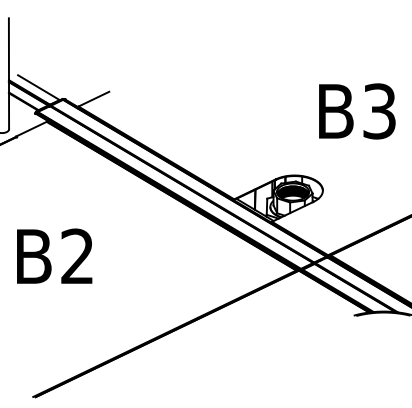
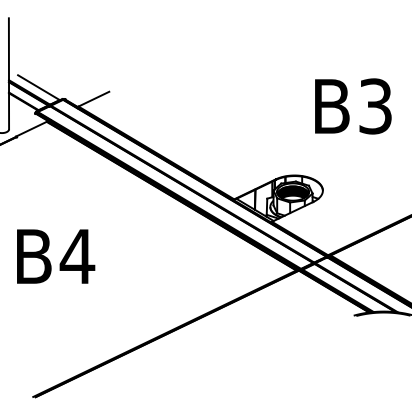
text at (357, 111) position: (357, 111) -> (353, 106)
text at (77, 255): B2 -> B4
